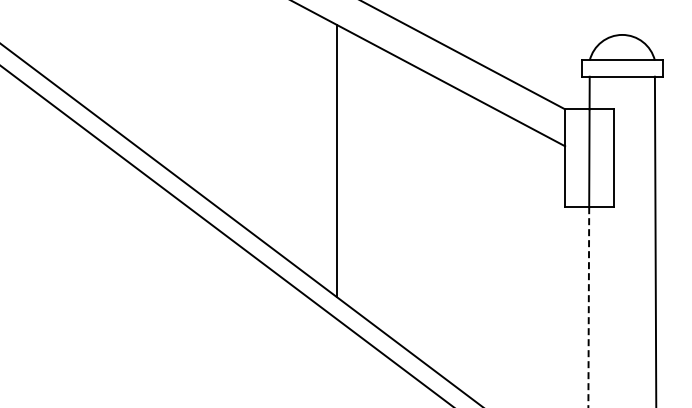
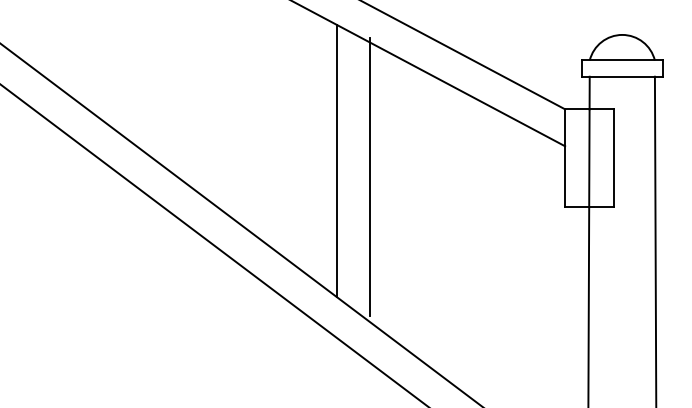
line at (369, 176): none -> present
line at (226, 235) position: (226, 235) -> (213, 245)
line at (588, 307): dashed -> solid
